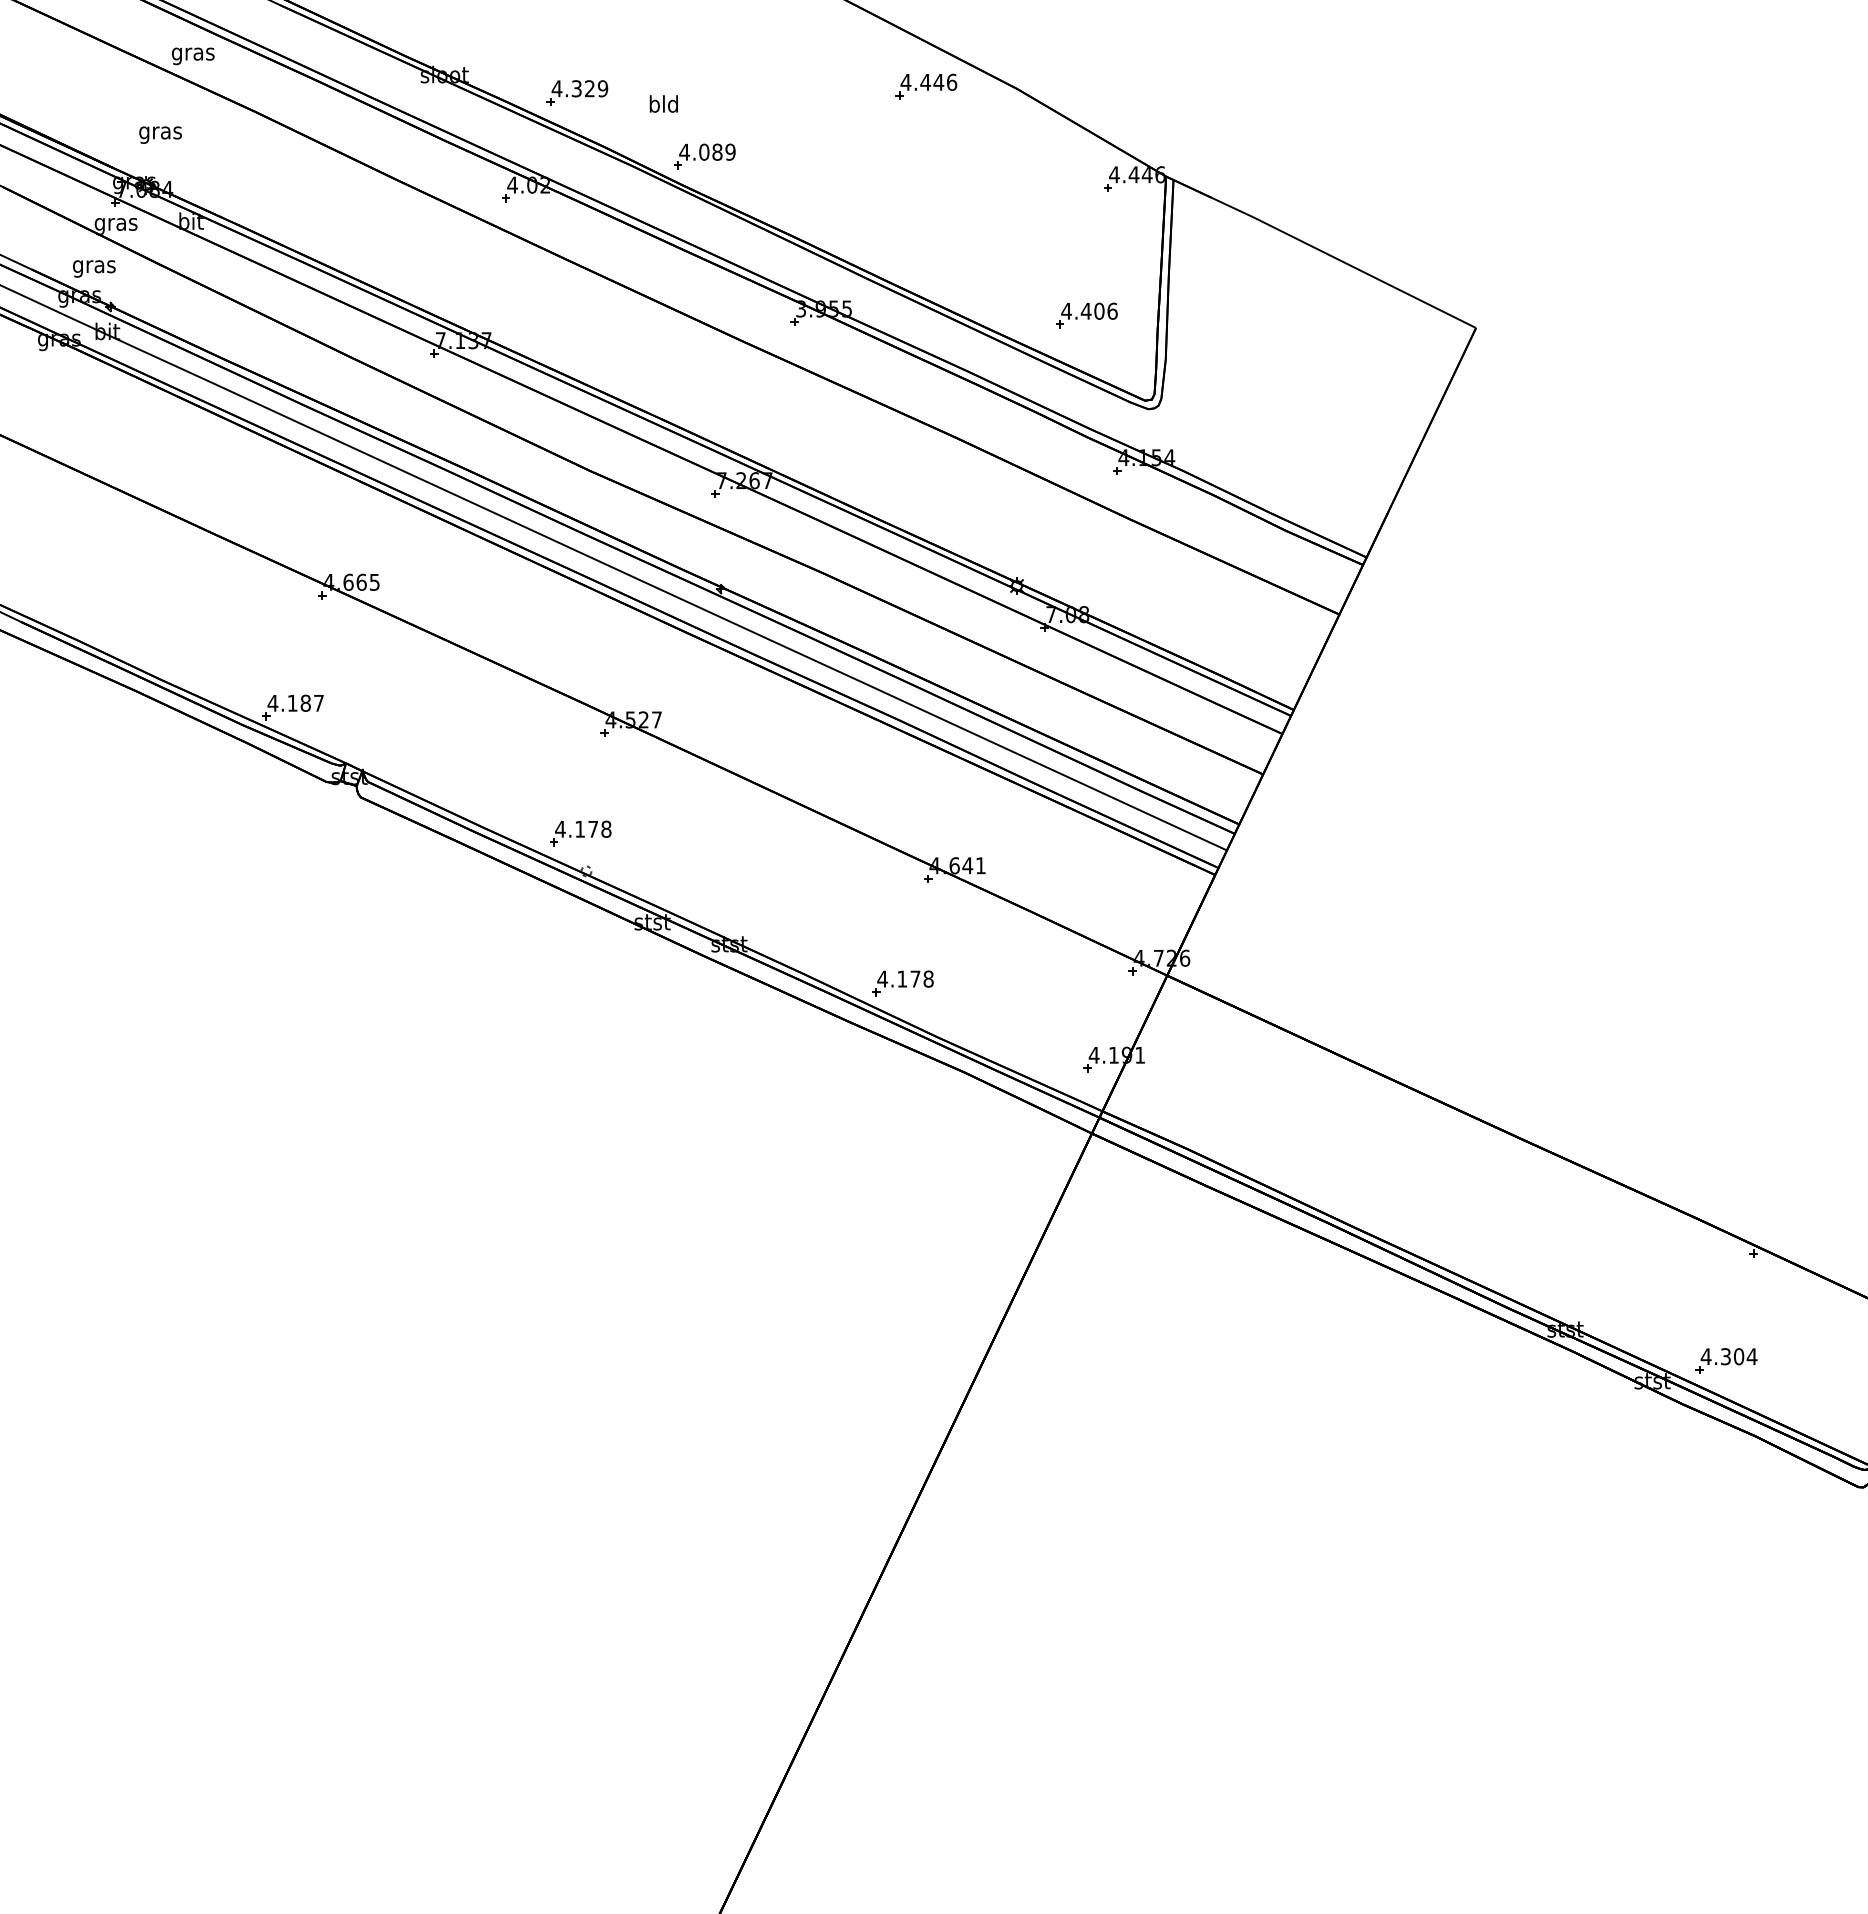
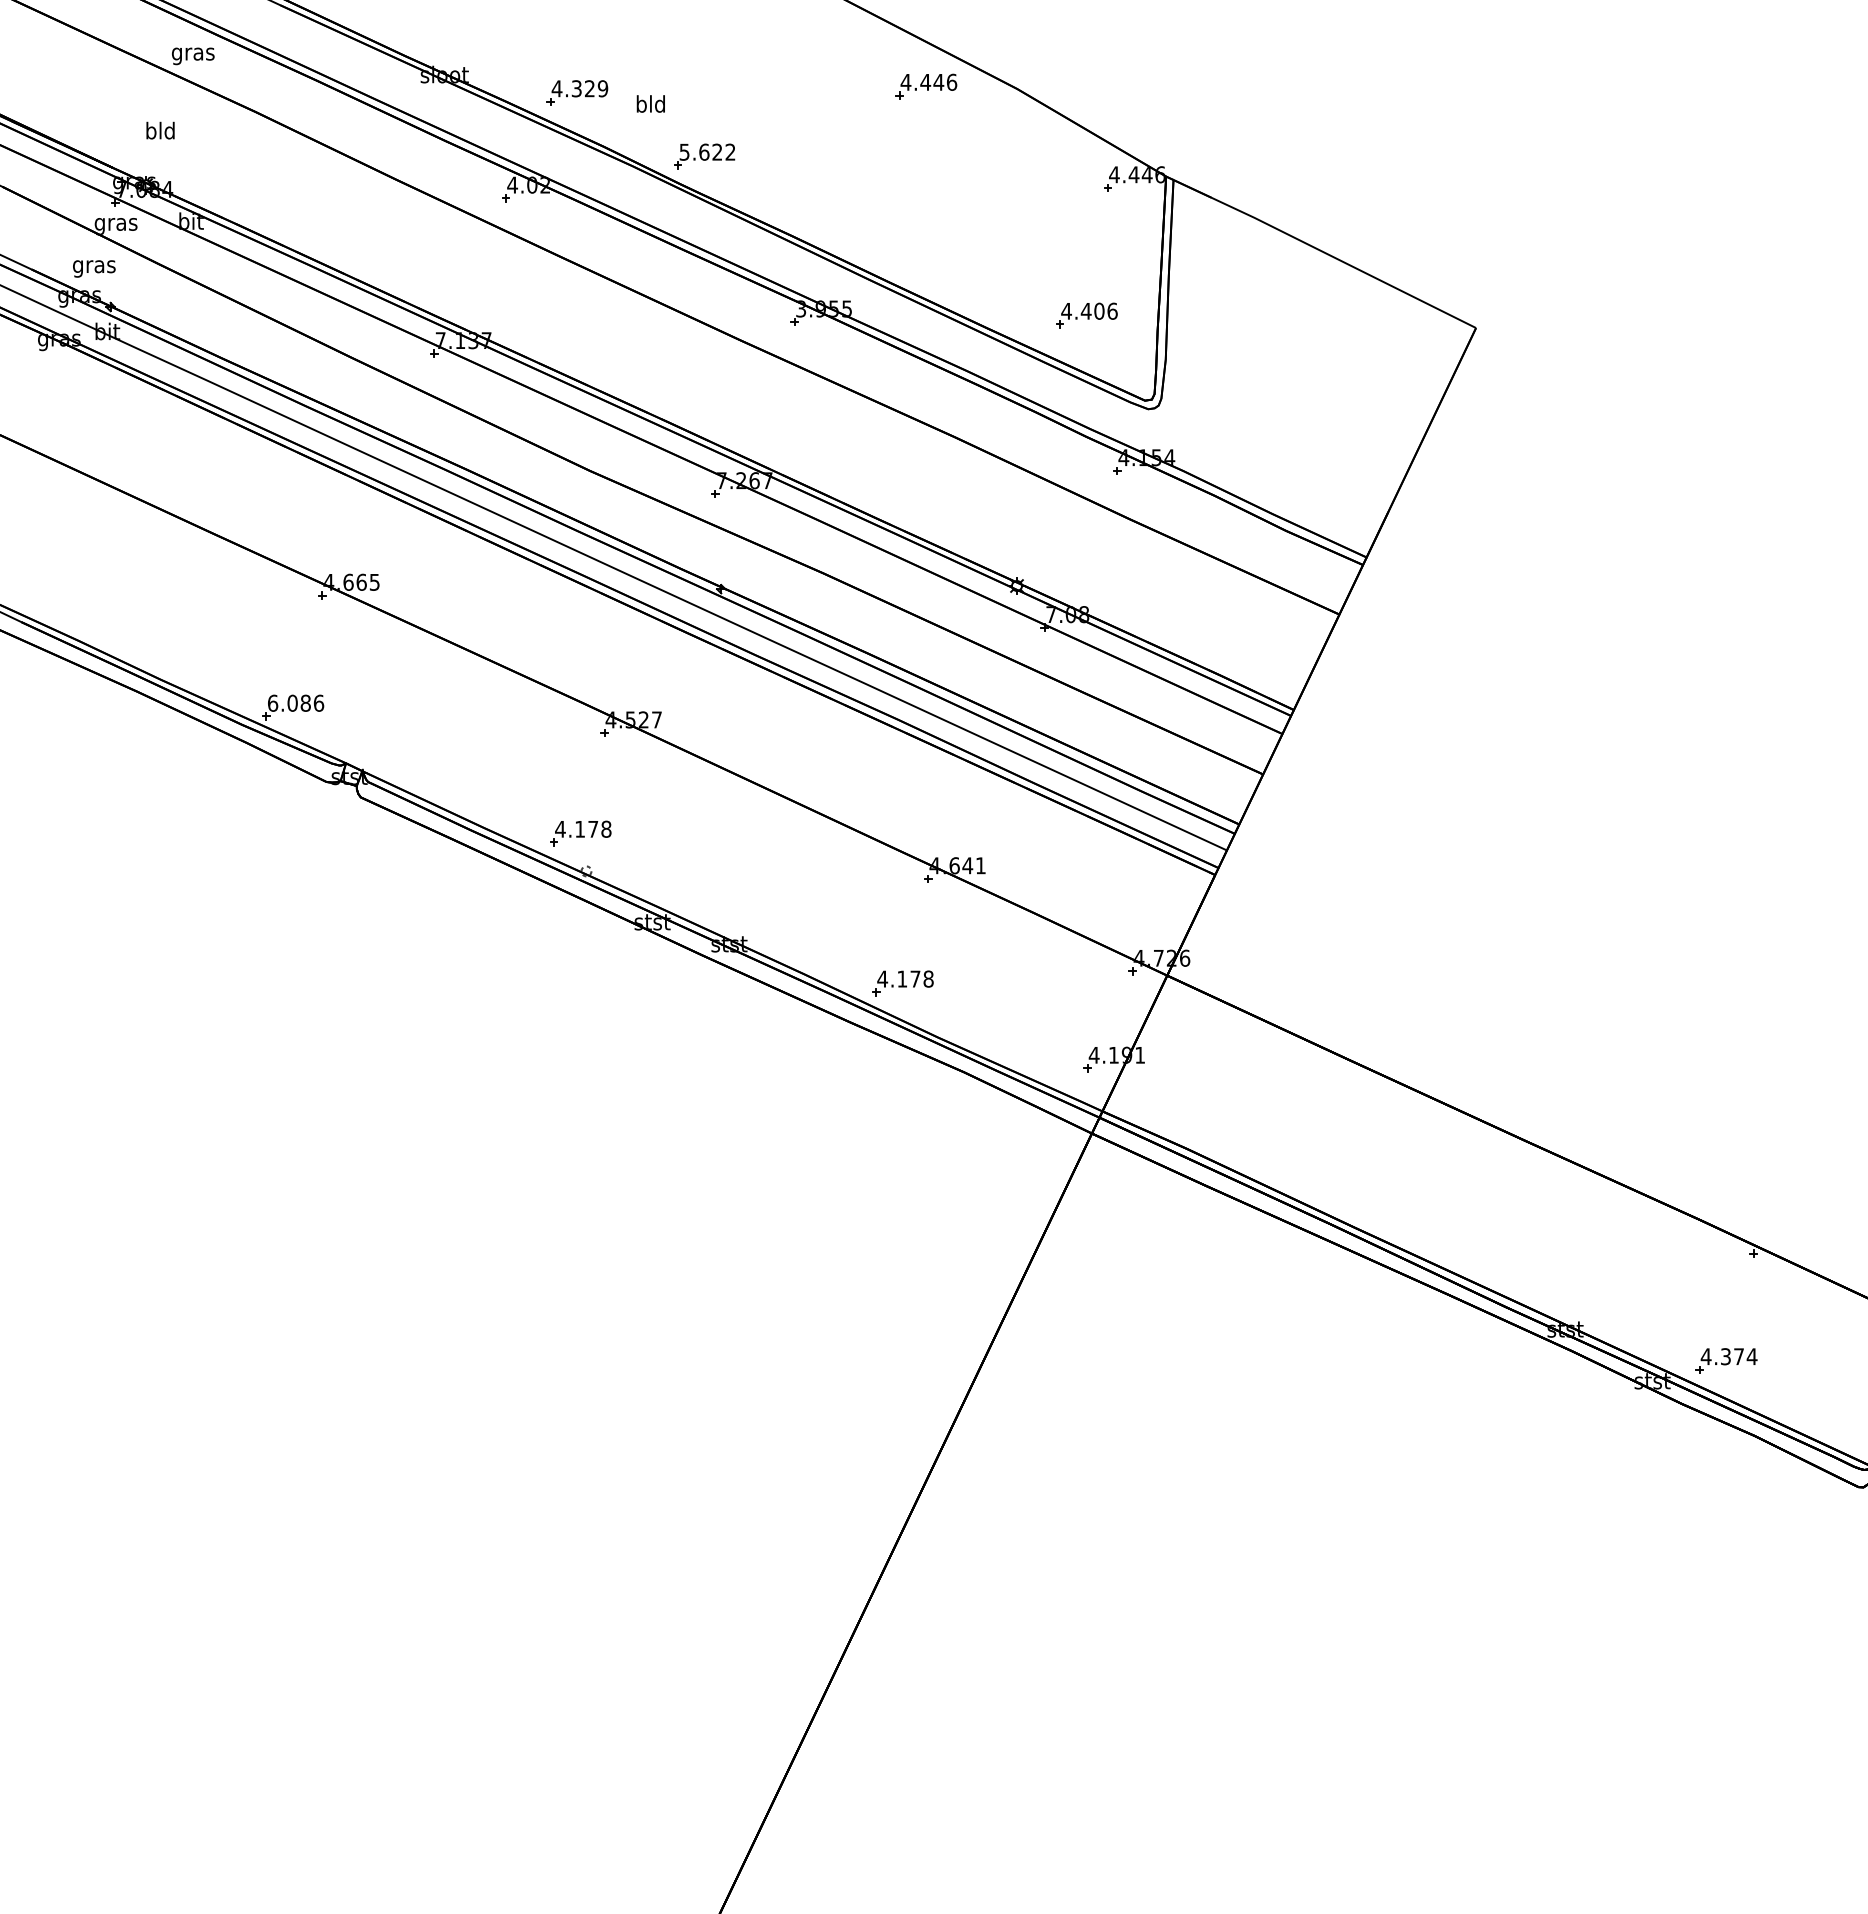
text at (663, 103) position: (663, 103) -> (650, 103)
text at (160, 132): gras -> bld
text at (707, 151): 4.089 -> 5.622
text at (295, 702): 4.187 -> 6.086
text at (1739, 1356): 4.304 -> 4.374
